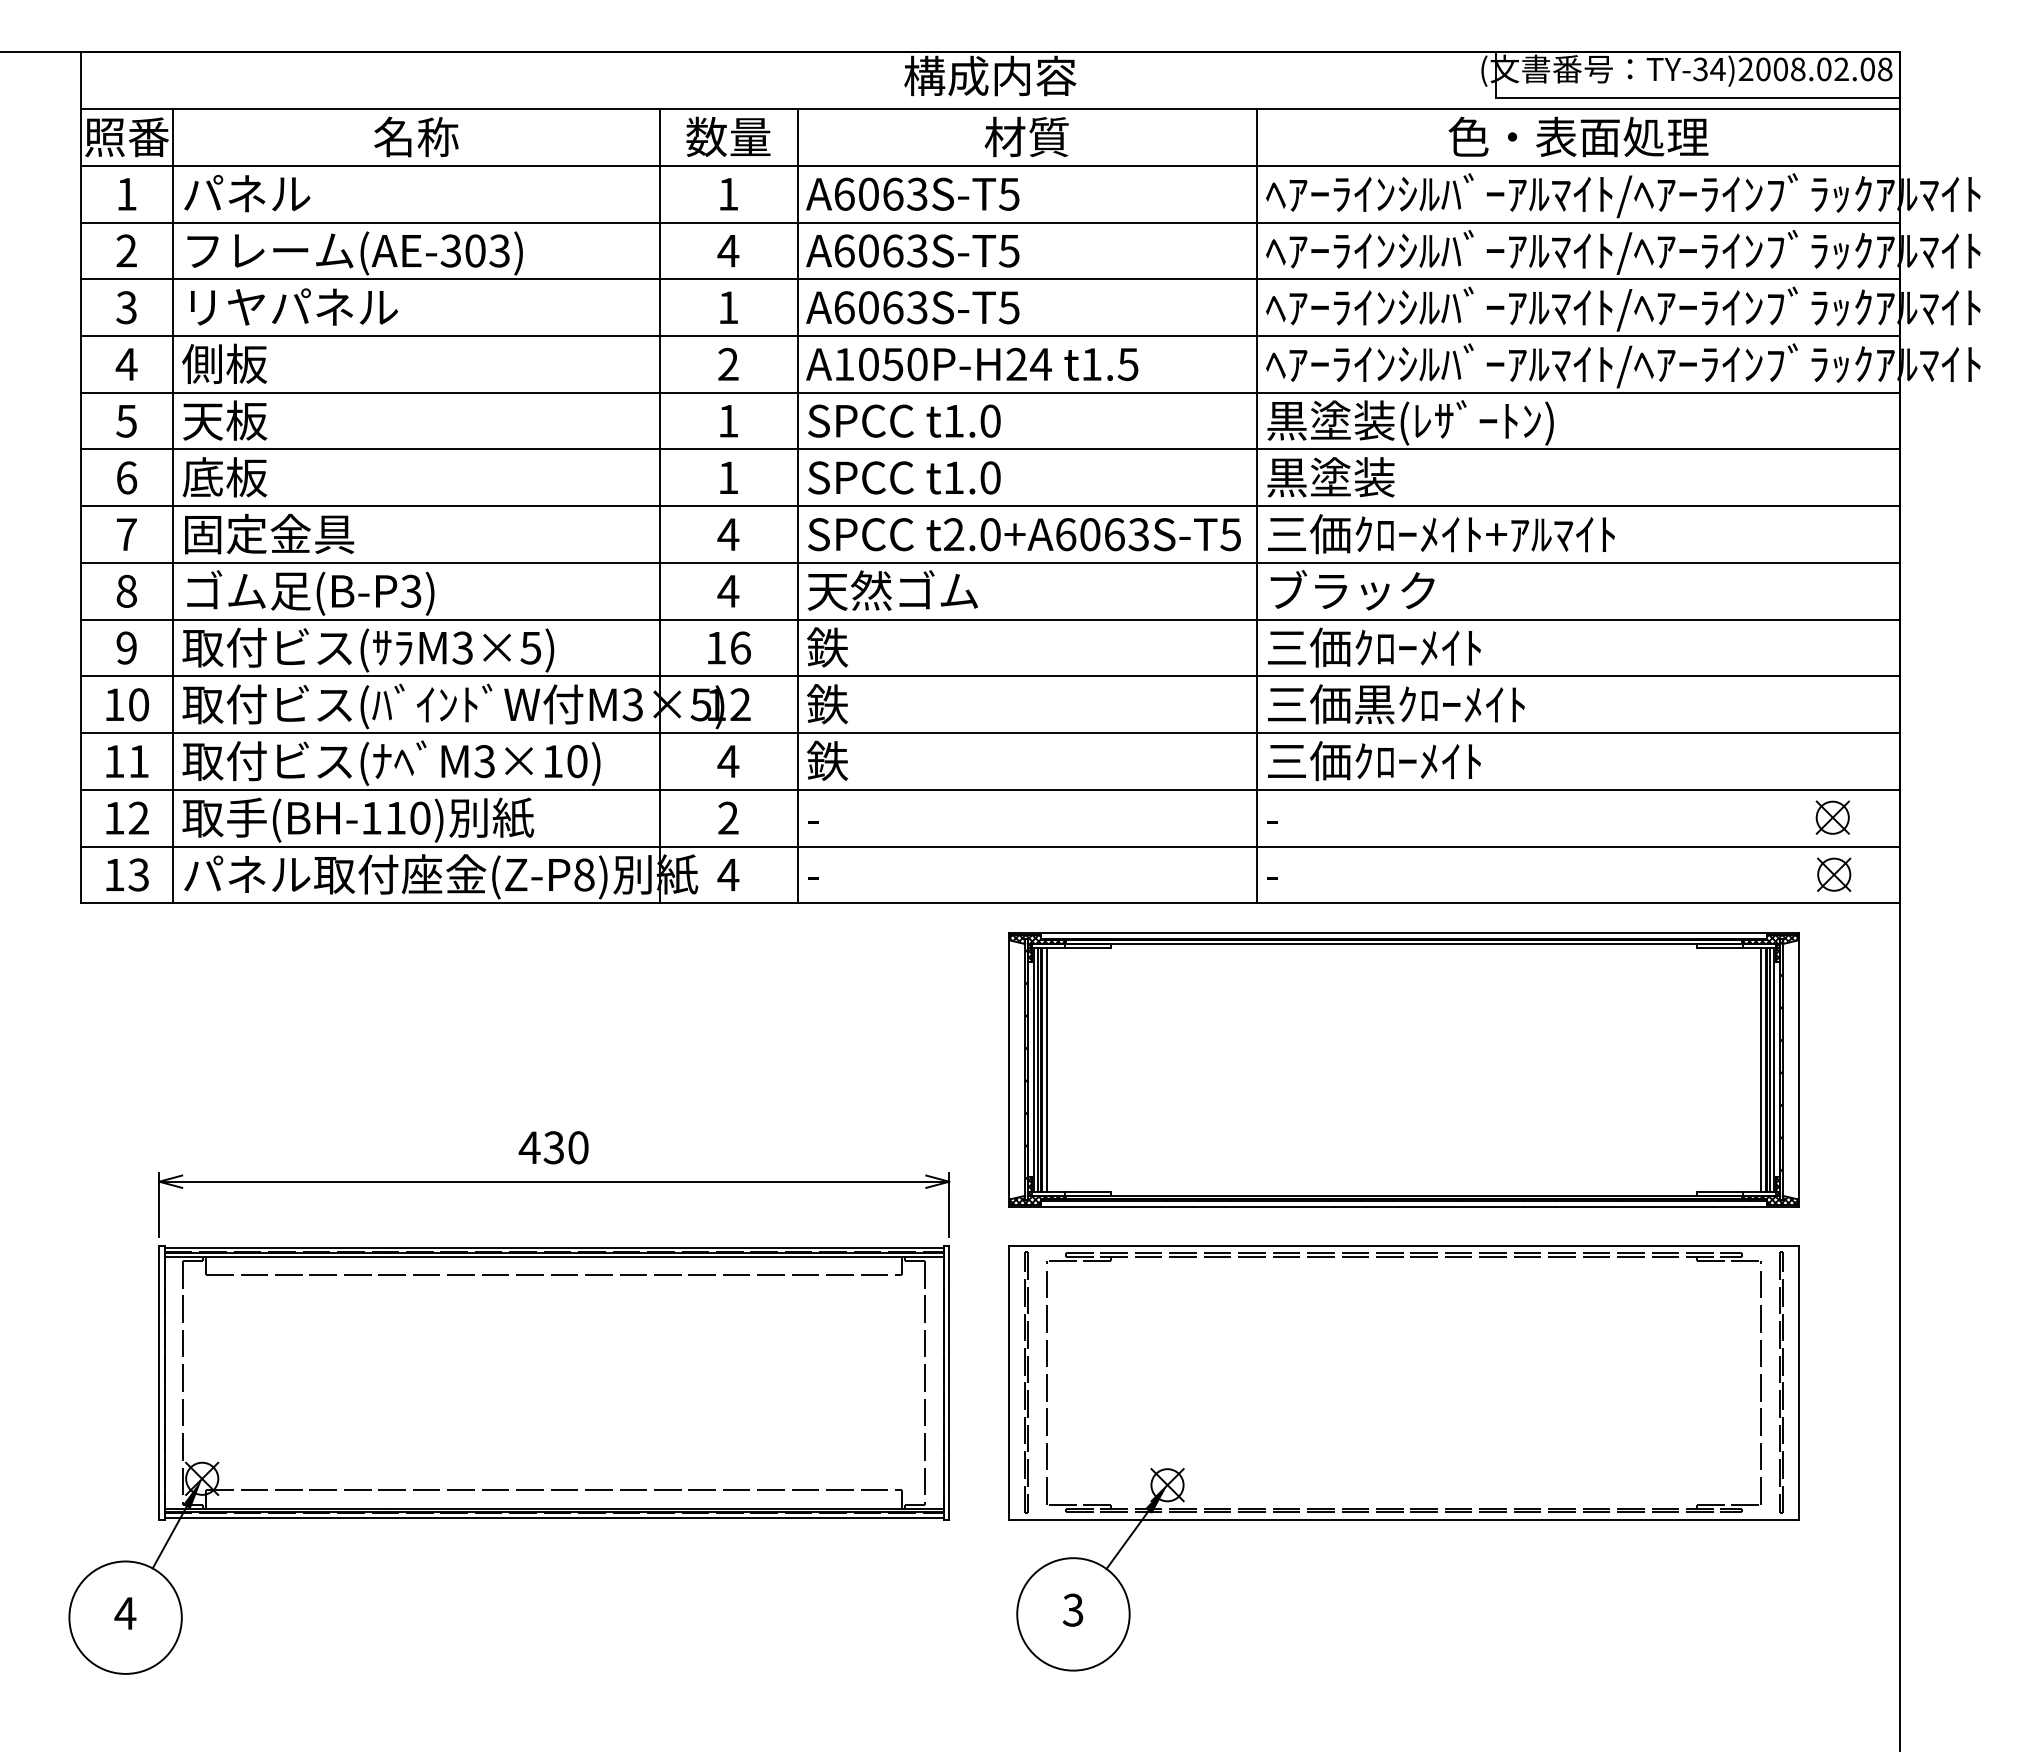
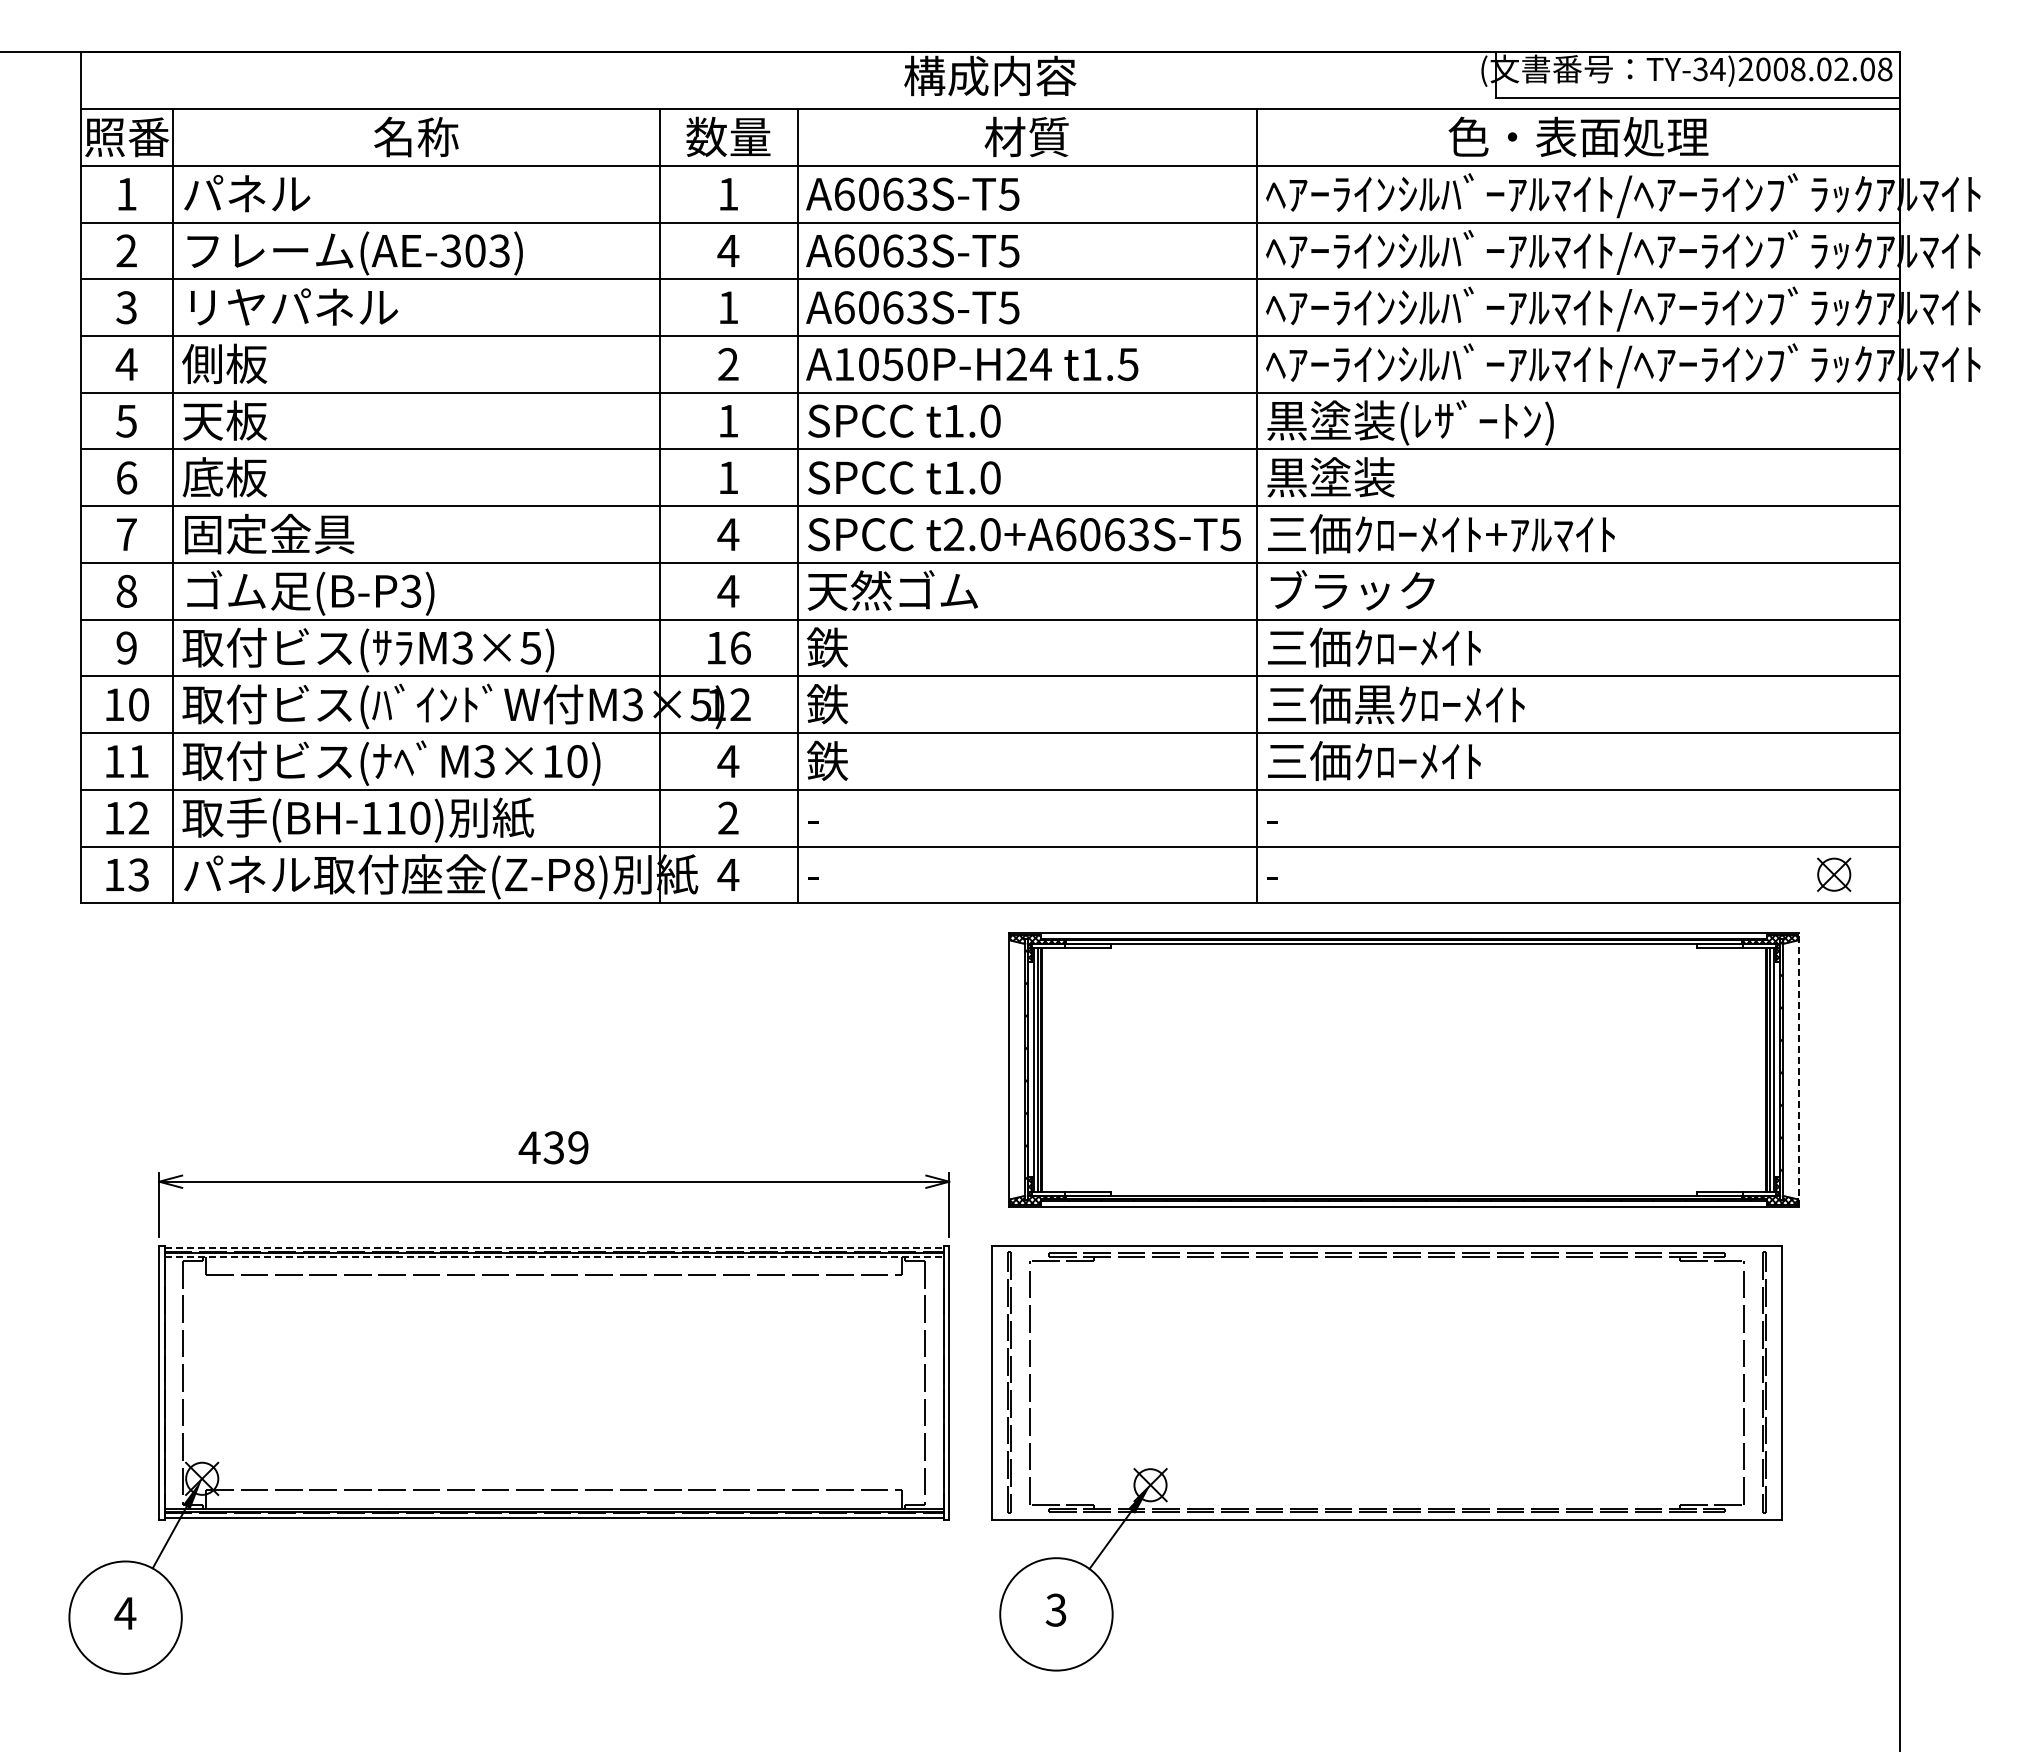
part at (1832, 817): present -> none
line at (1046, 1069): present -> none
line at (1761, 1069): present -> none
line at (1799, 1069): solid -> dashed
text at (578, 1147): 430 -> 439
line at (554, 1247): solid -> dashed
line at (554, 1257): solid -> dashed
part at (1403, 1458) position: (1403, 1458) -> (1386, 1458)
